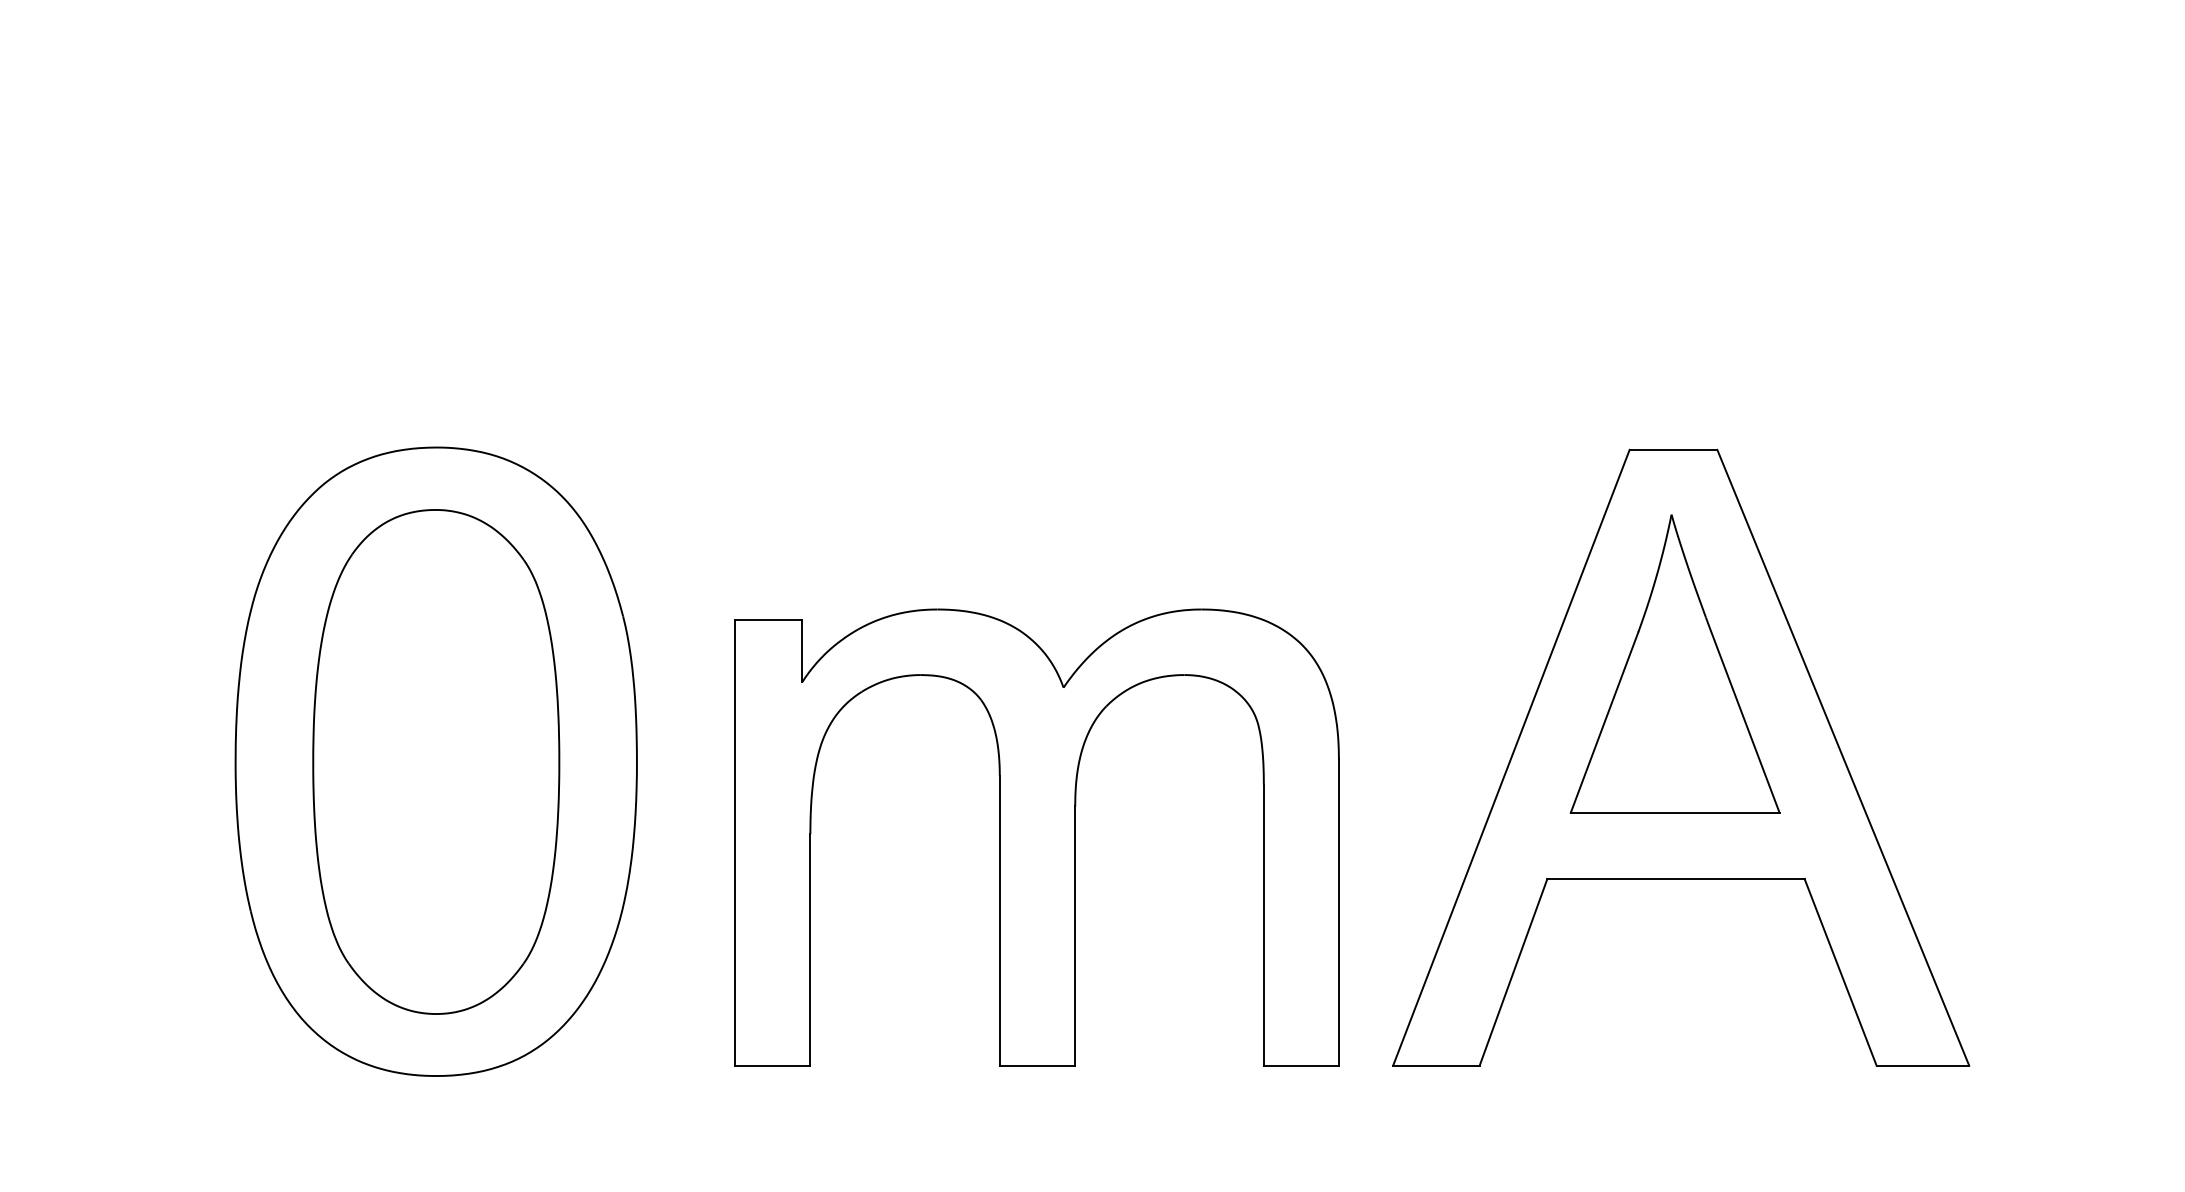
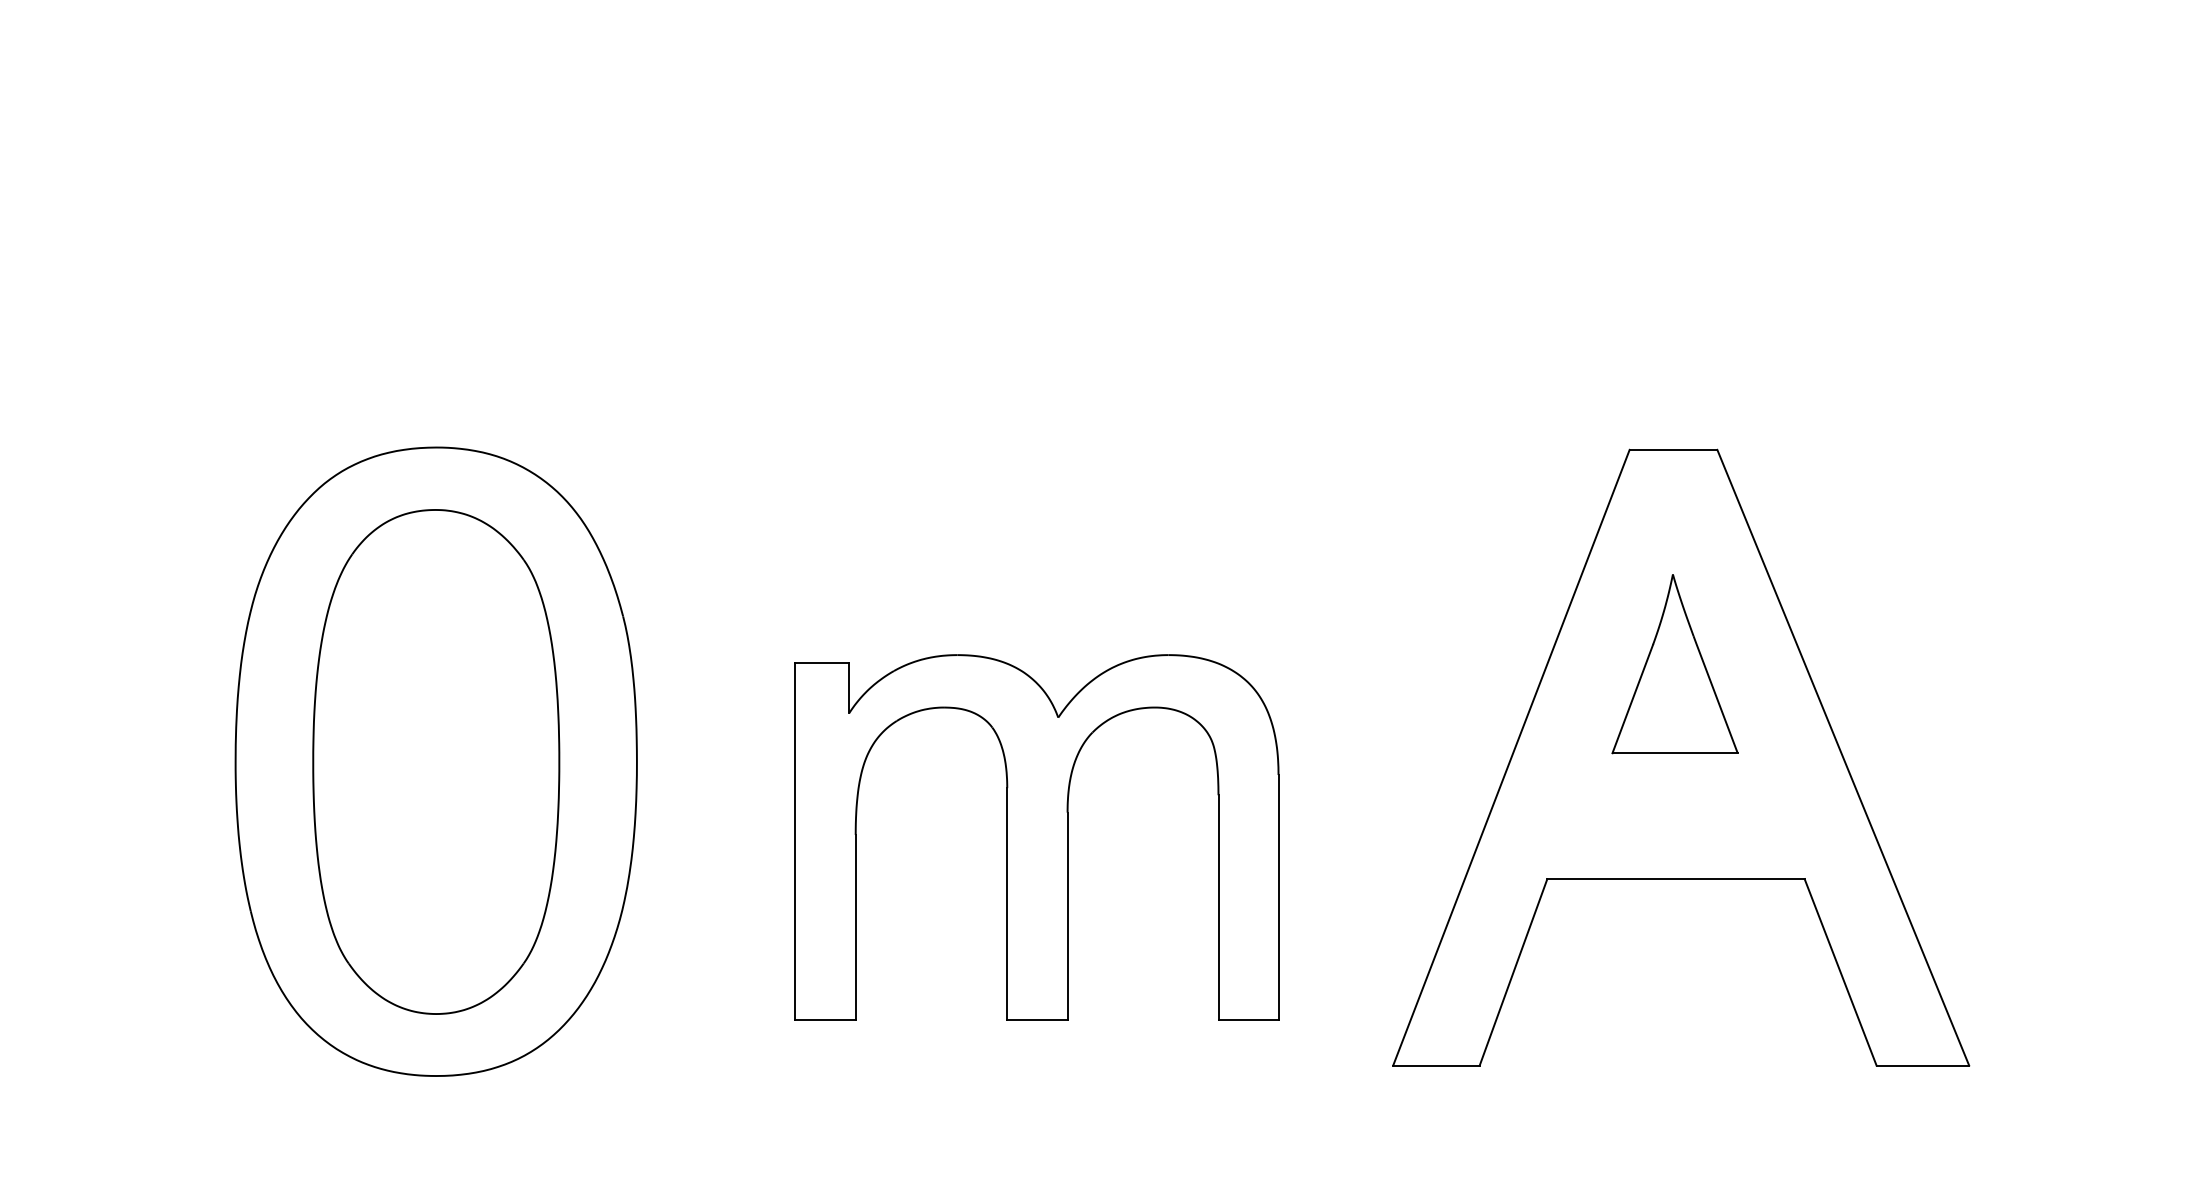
part at (1674, 663) size: 212x300 px -> 128x181 px
part at (1036, 837) size: 606x459 px -> 486x367 px
